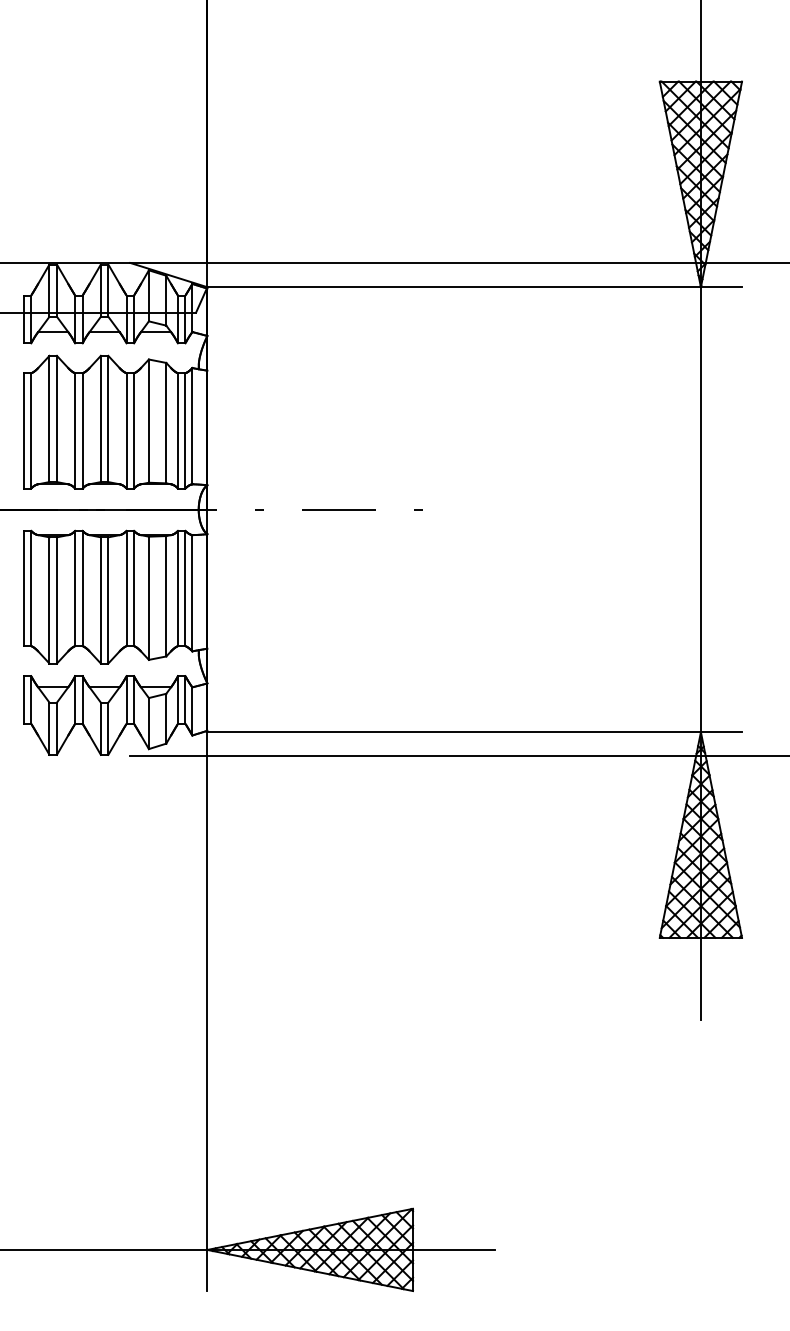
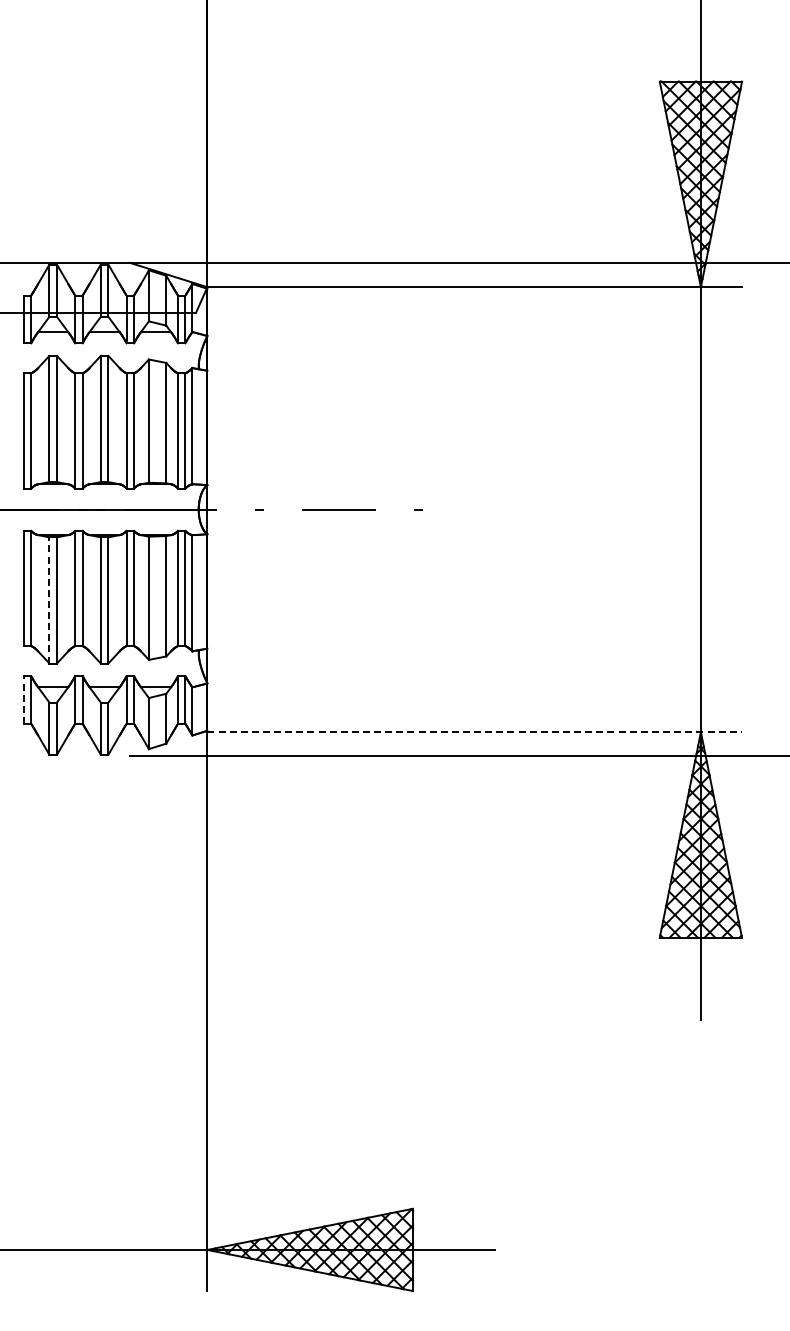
line at (49, 599): solid -> dashed
line at (23, 699): solid -> dashed
line at (475, 732): solid -> dashed
